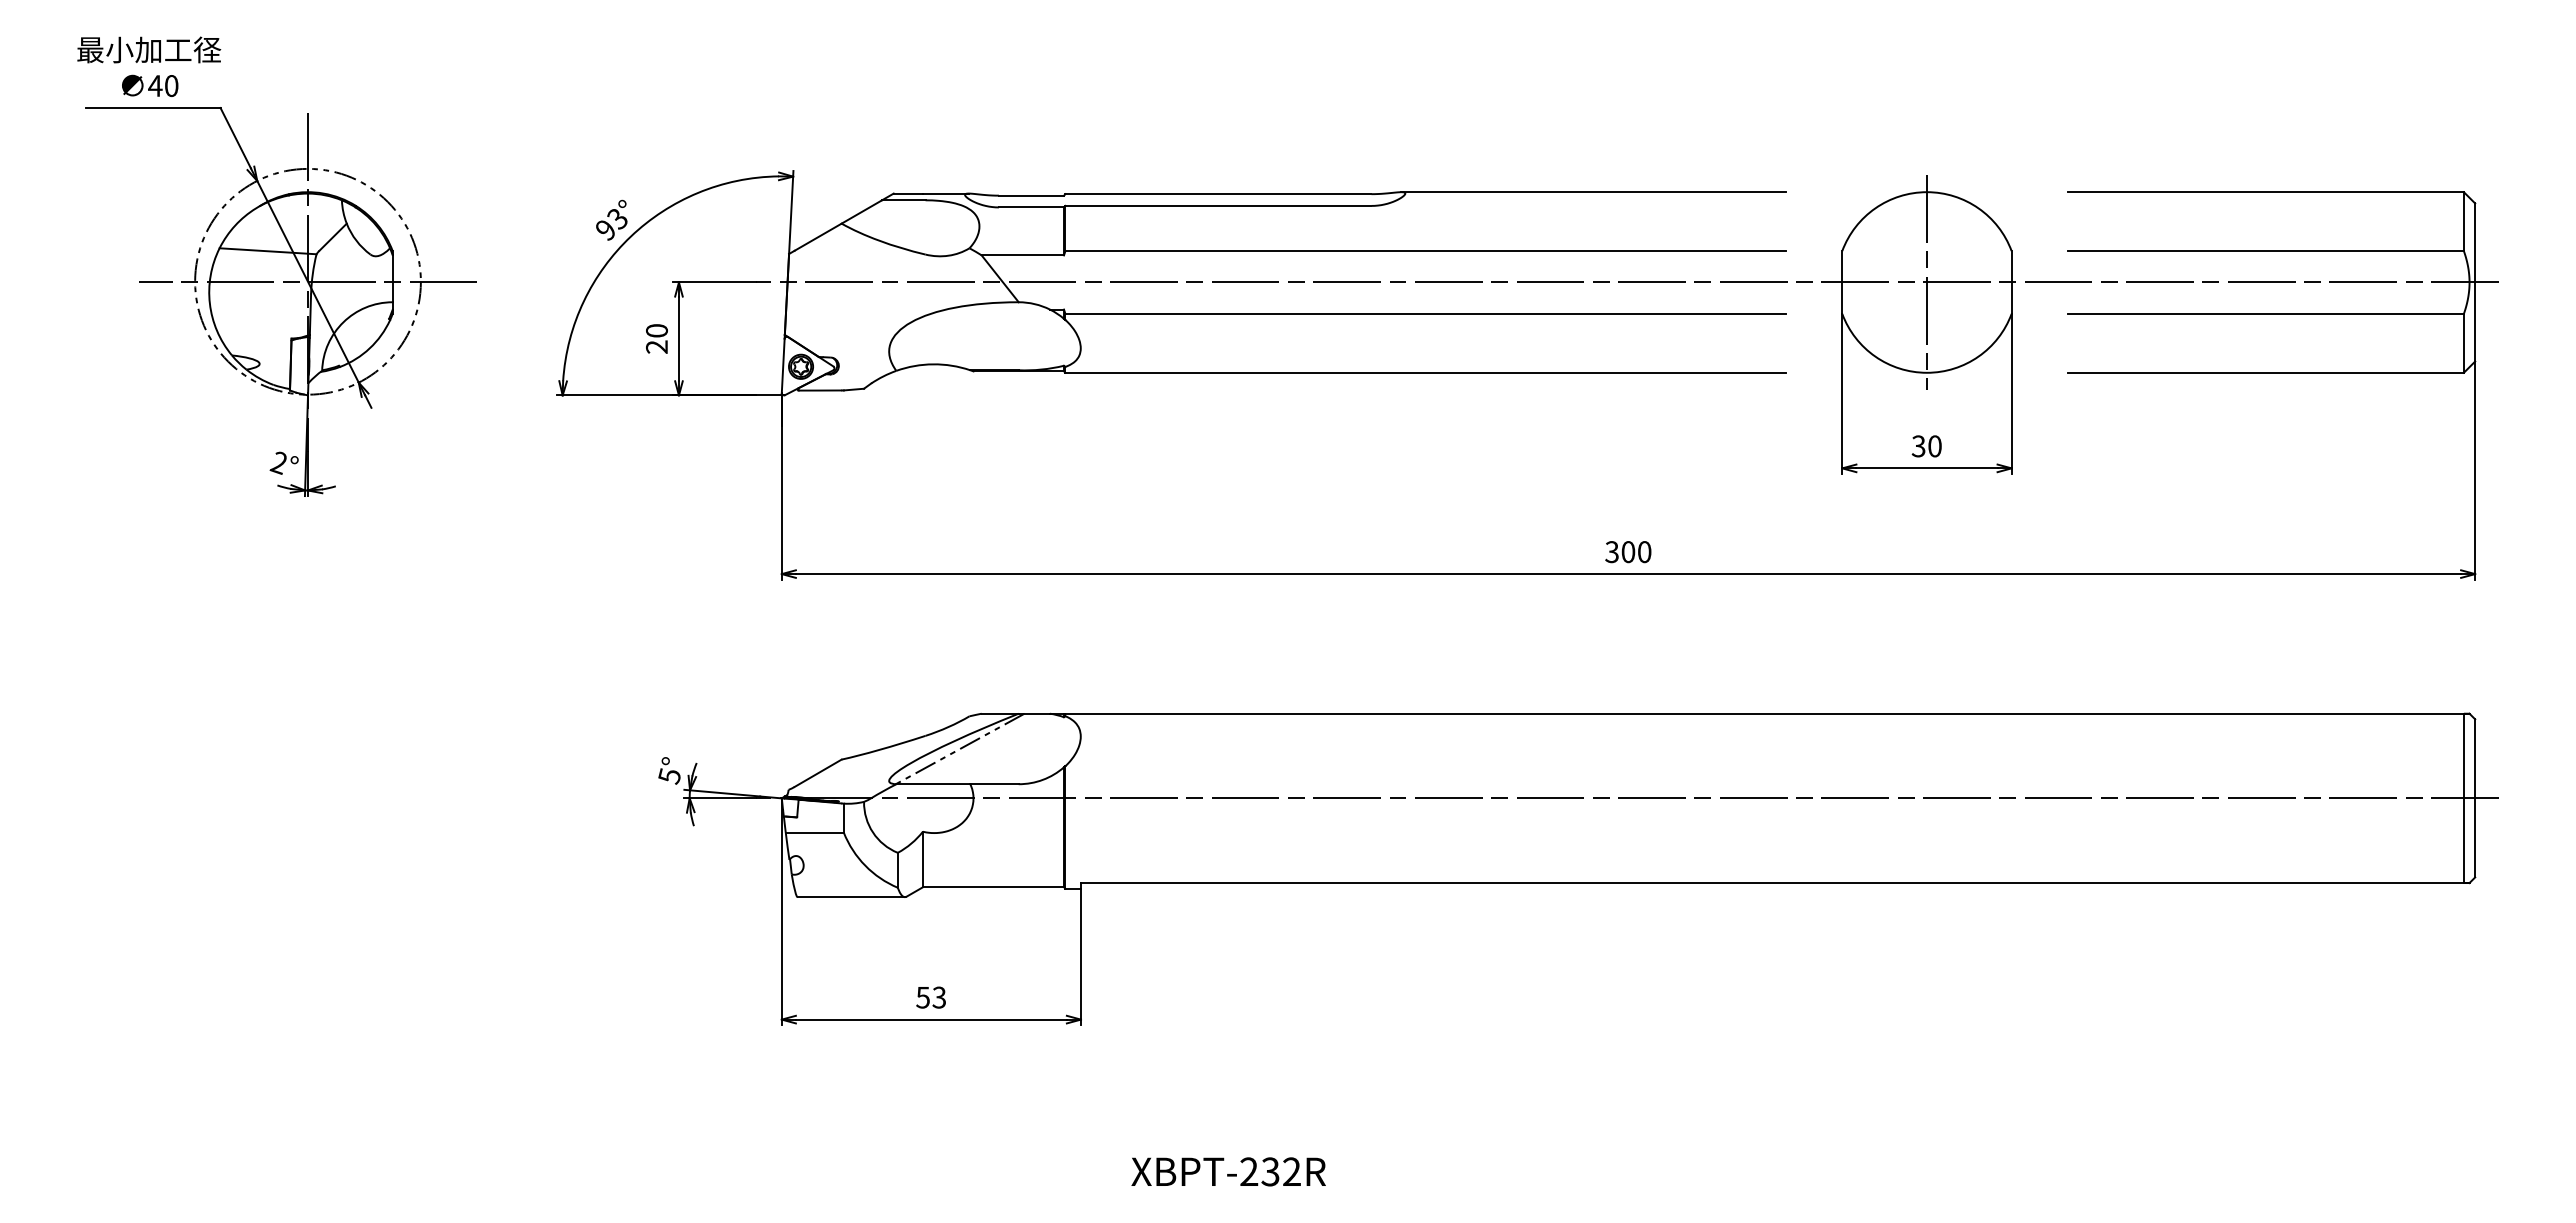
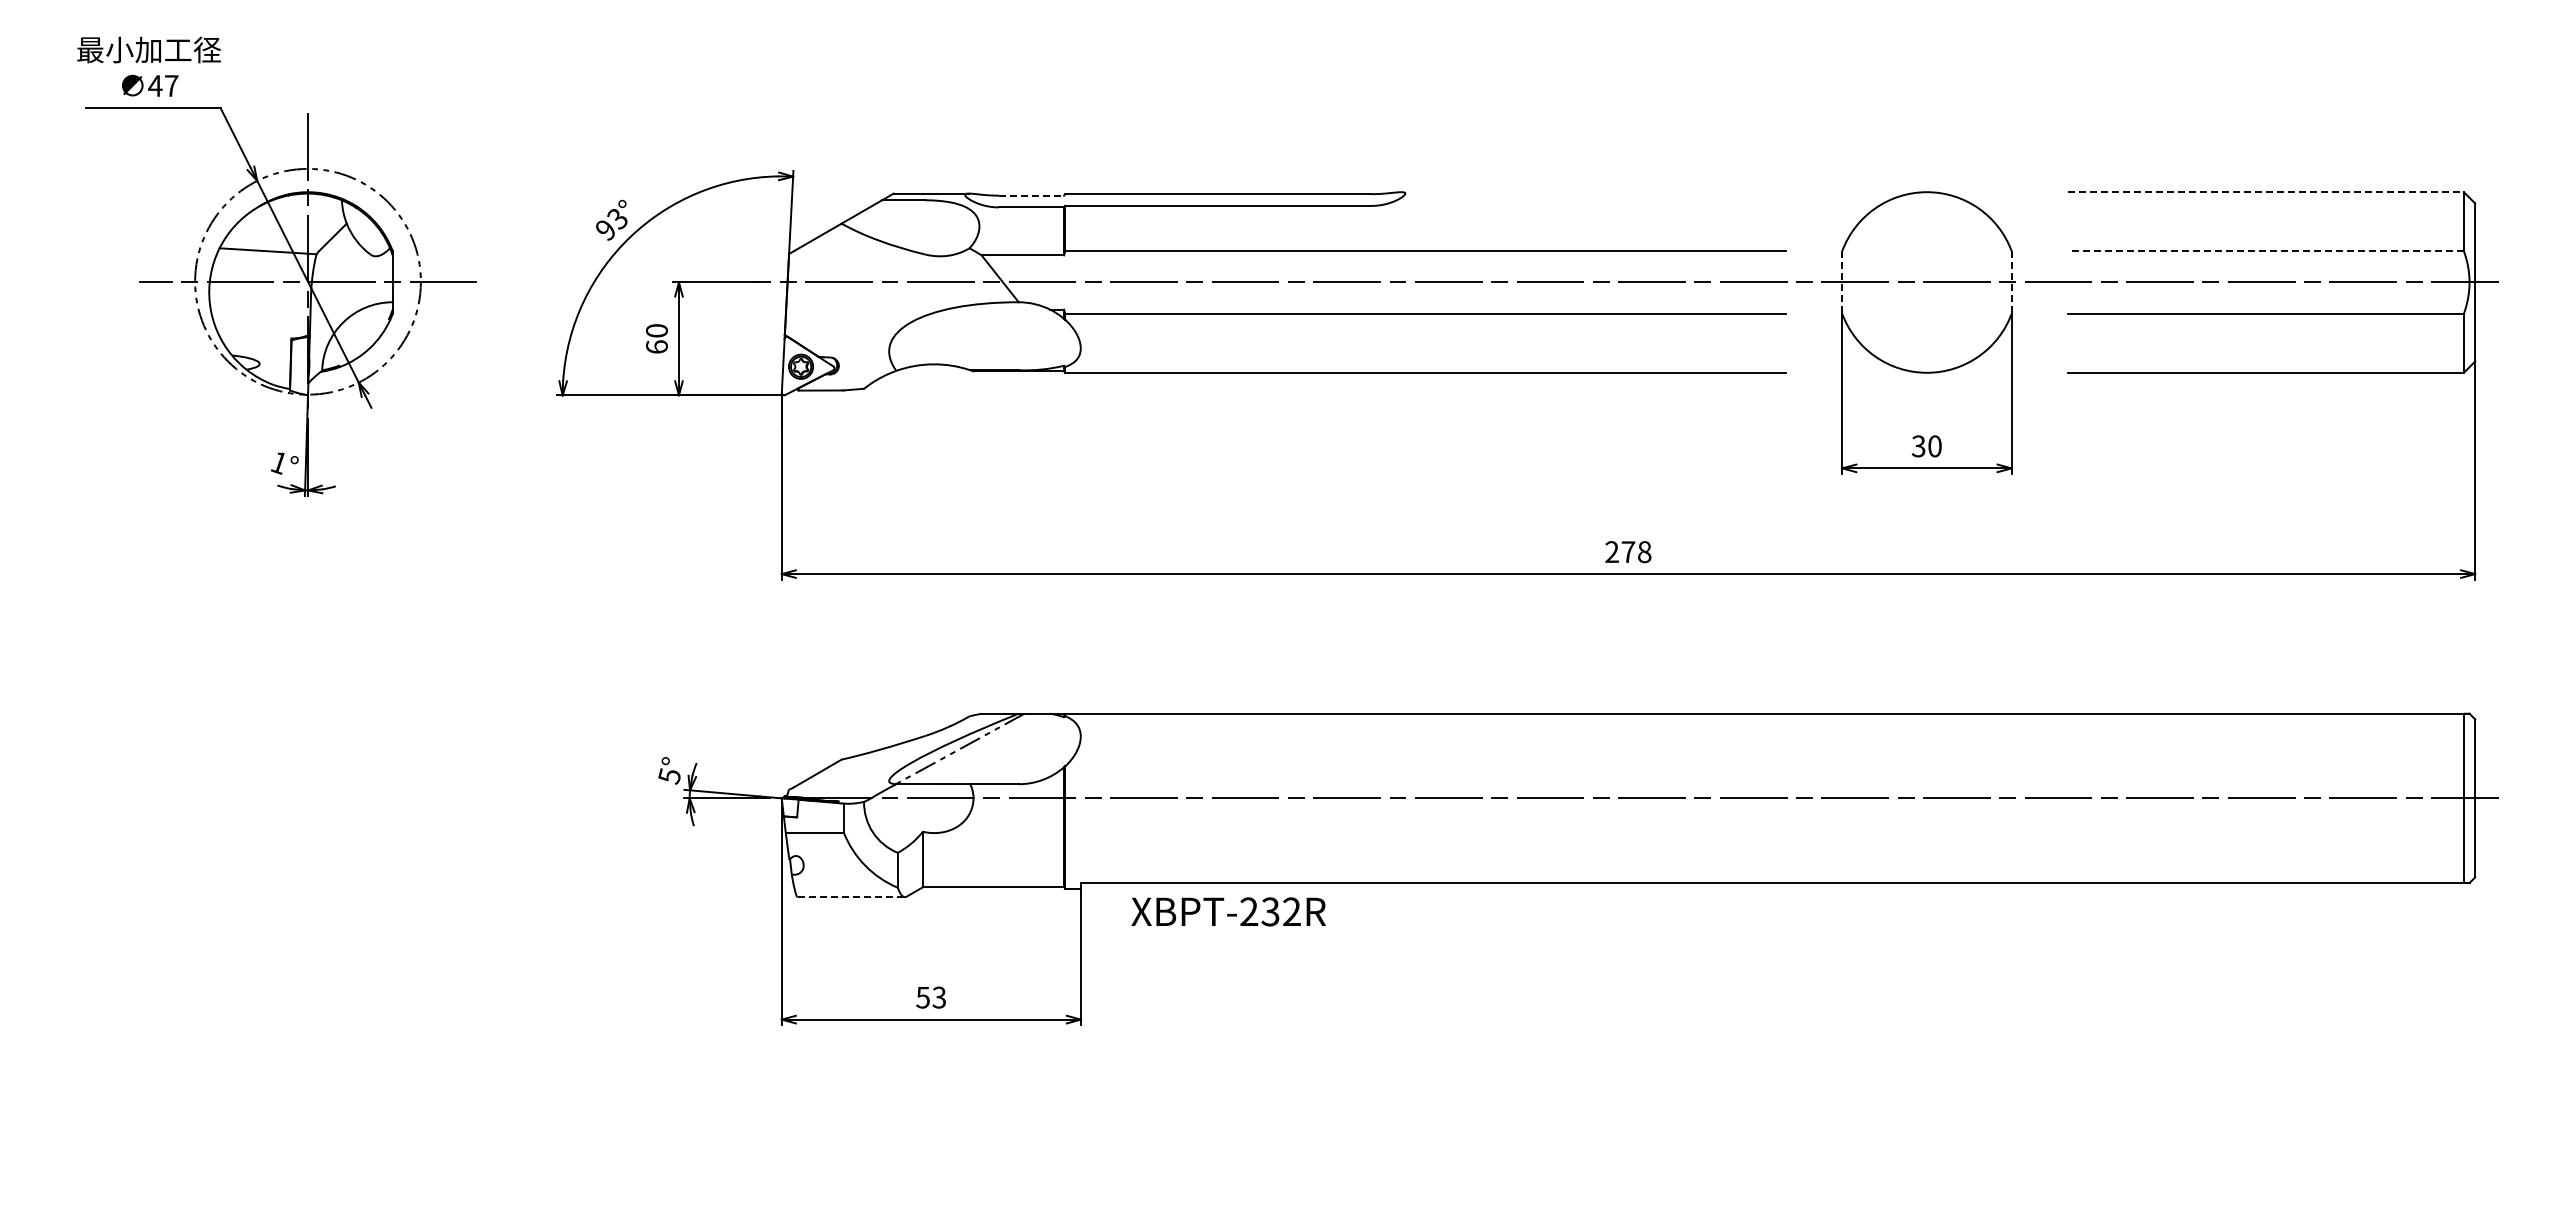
text at (171, 86): 40 -> 47
line at (1593, 192): present -> none
line at (2265, 192): solid -> dashed
line at (1031, 195): solid -> dashed
line at (2265, 251): solid -> dashed
line at (1926, 282): present -> none
line at (1842, 283): solid -> dashed
line at (2011, 283): solid -> dashed
text at (656, 346): 20 -> 60
text at (277, 462): 2° -> 1°
text at (1628, 552): 300 -> 278
line at (851, 897): solid -> dashed
text at (1228, 1171) position: (1228, 1171) -> (1228, 911)
